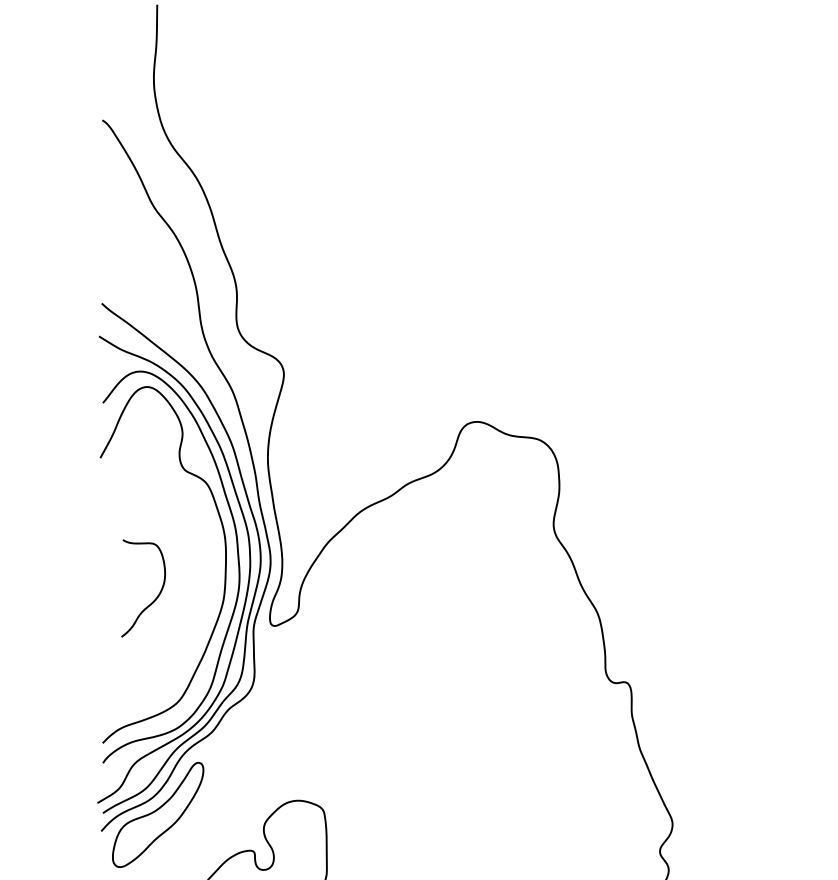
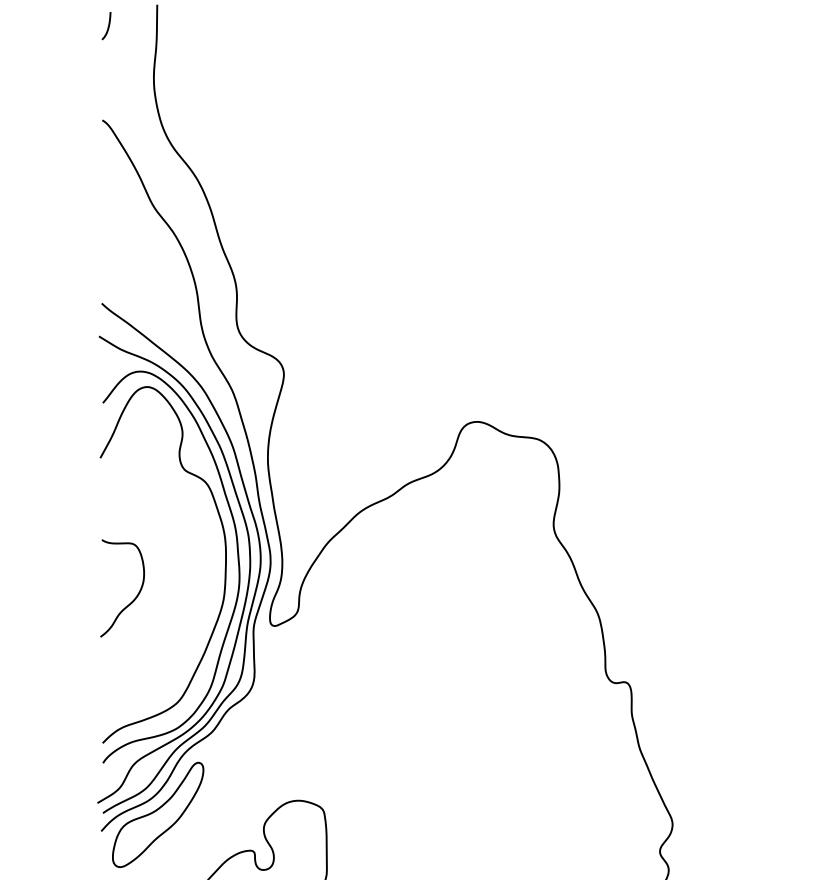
curve at (107, 27): none -> present
curve at (154, 599) position: (154, 599) -> (133, 599)
